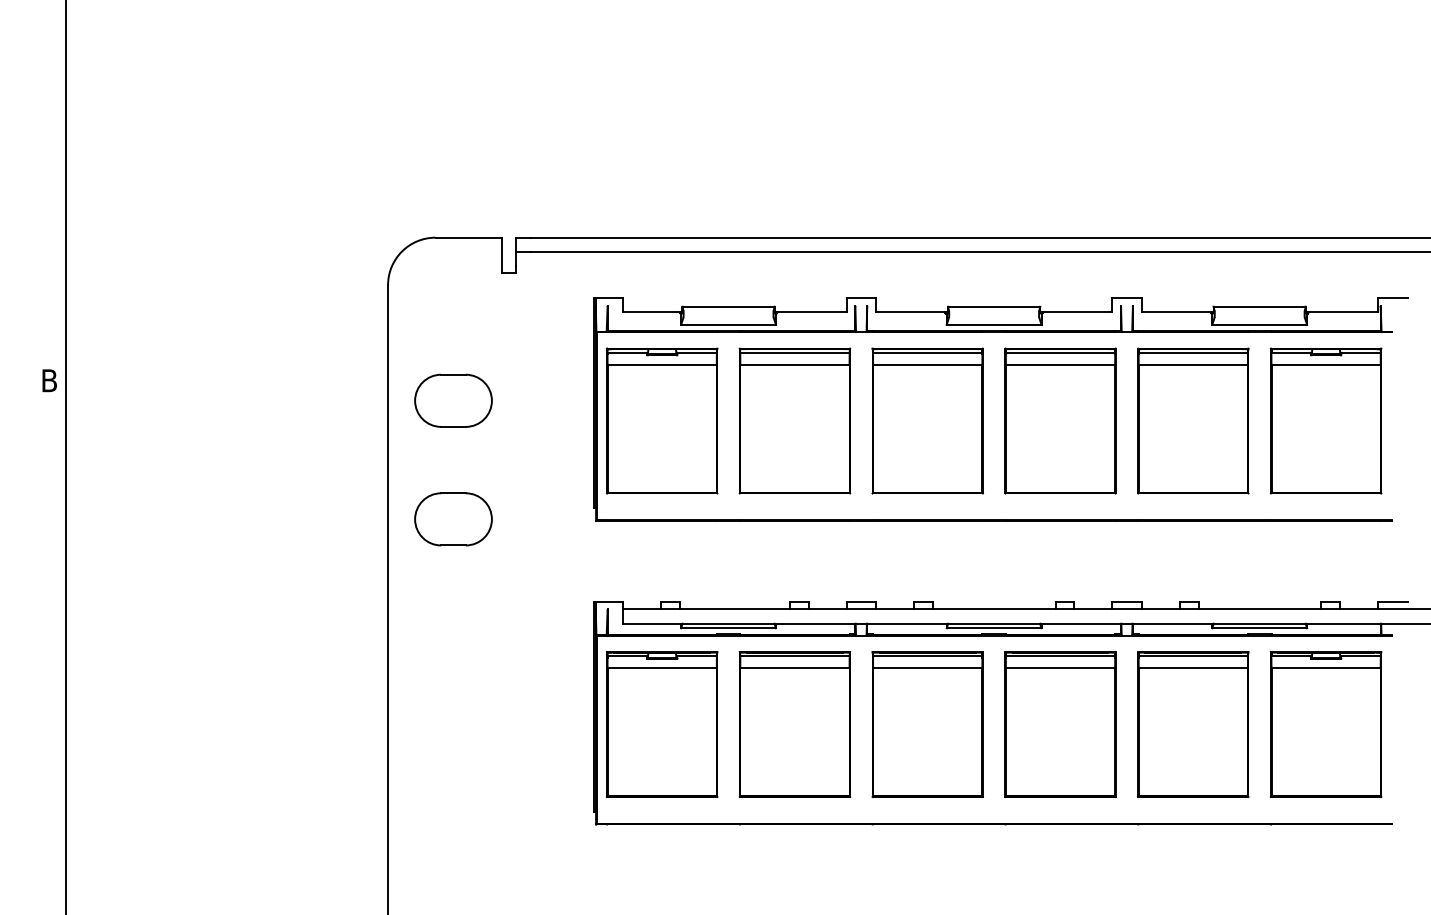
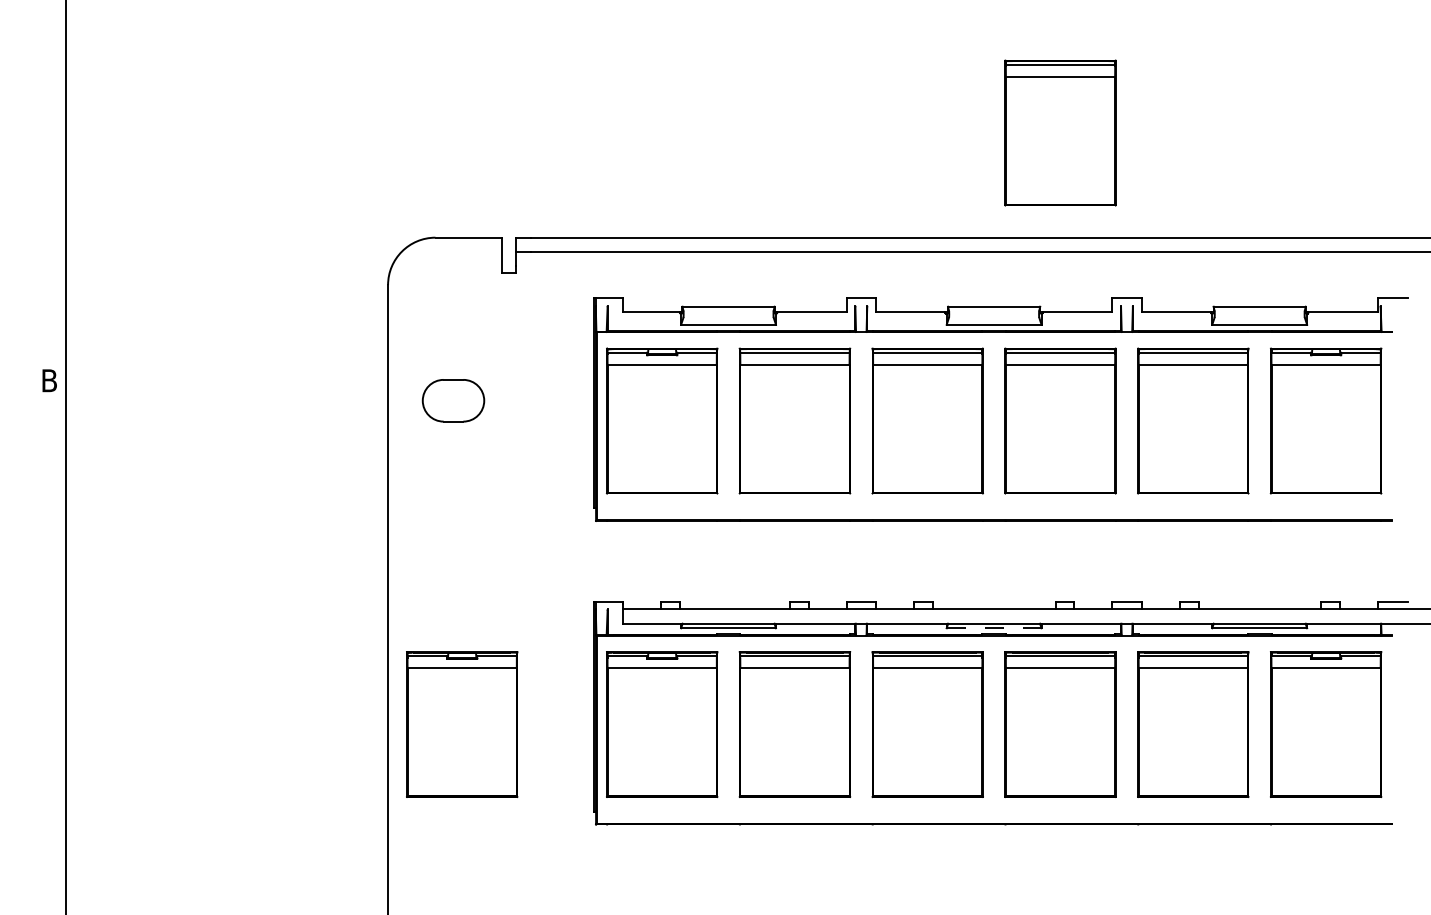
part at (1060, 132): none -> present
part at (453, 400) size: 79x55 px -> 65x44 px
part at (453, 519): present -> none
line at (993, 628): solid -> dashed
part at (462, 724): none -> present
